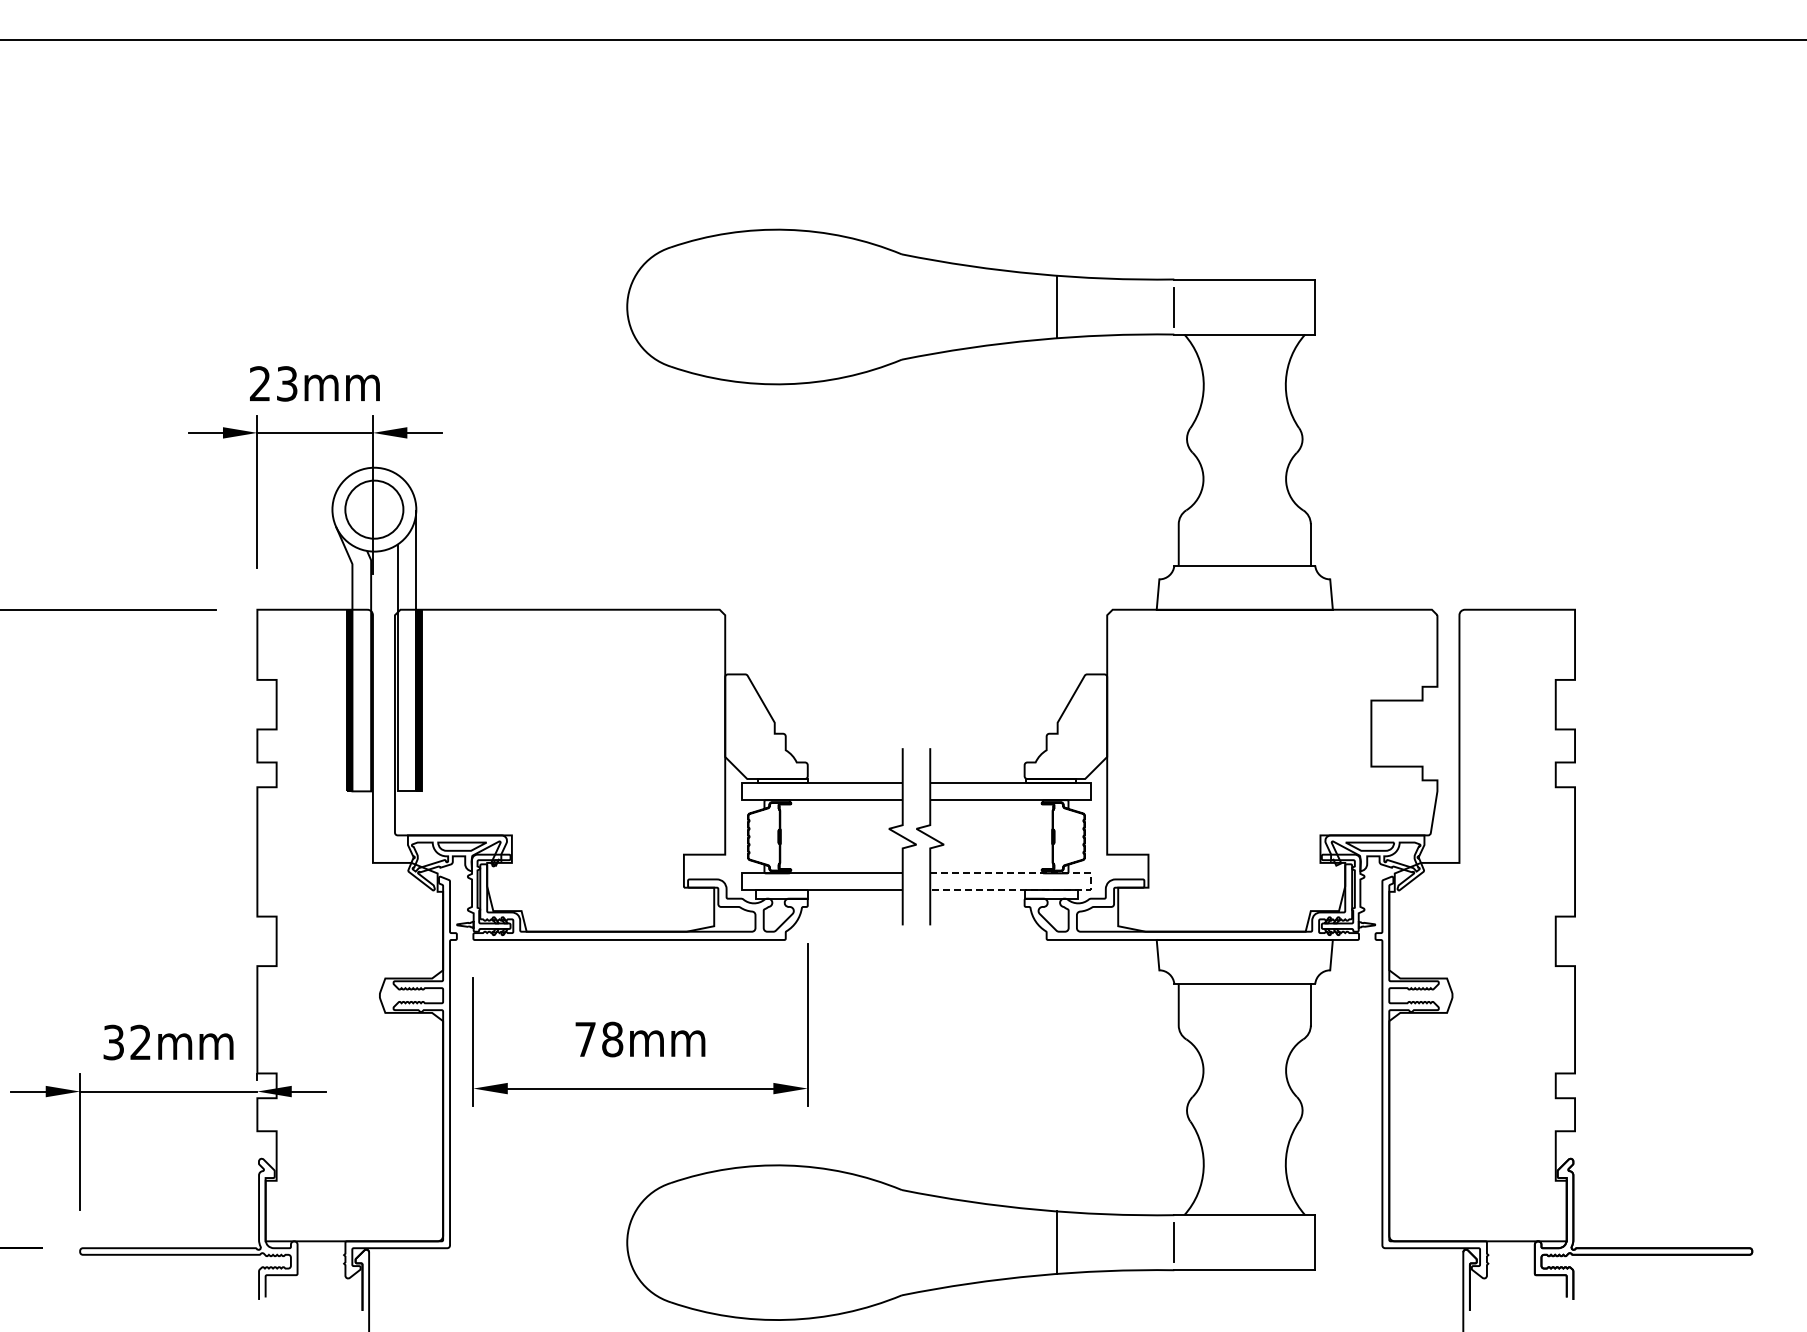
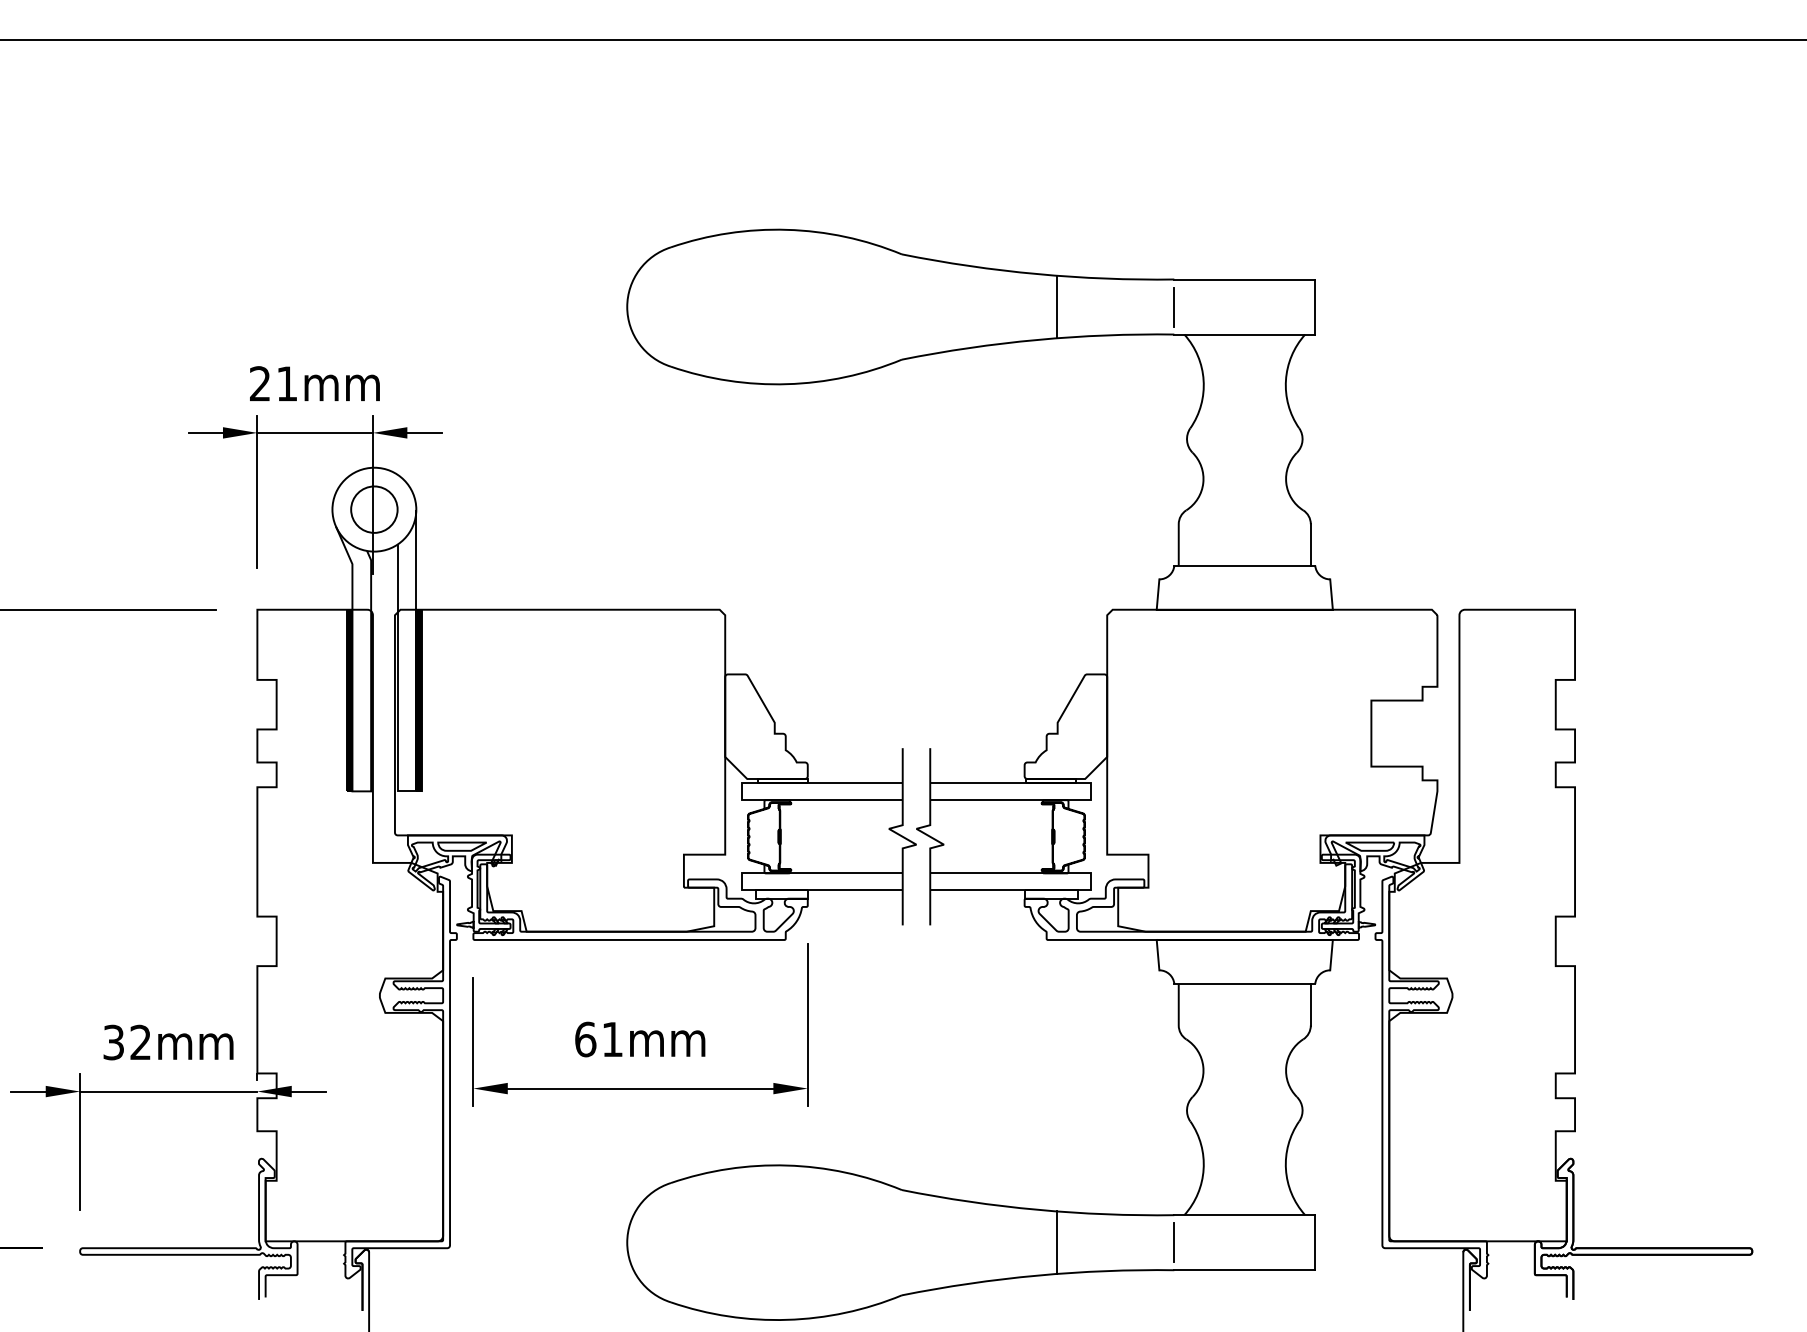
text at (287, 383): 23mm -> 21mm
circle at (374, 509) diameter: 58 px -> 46 px
line at (1091, 881): dashed -> solid
text at (599, 1039): 78mm -> 61mm
